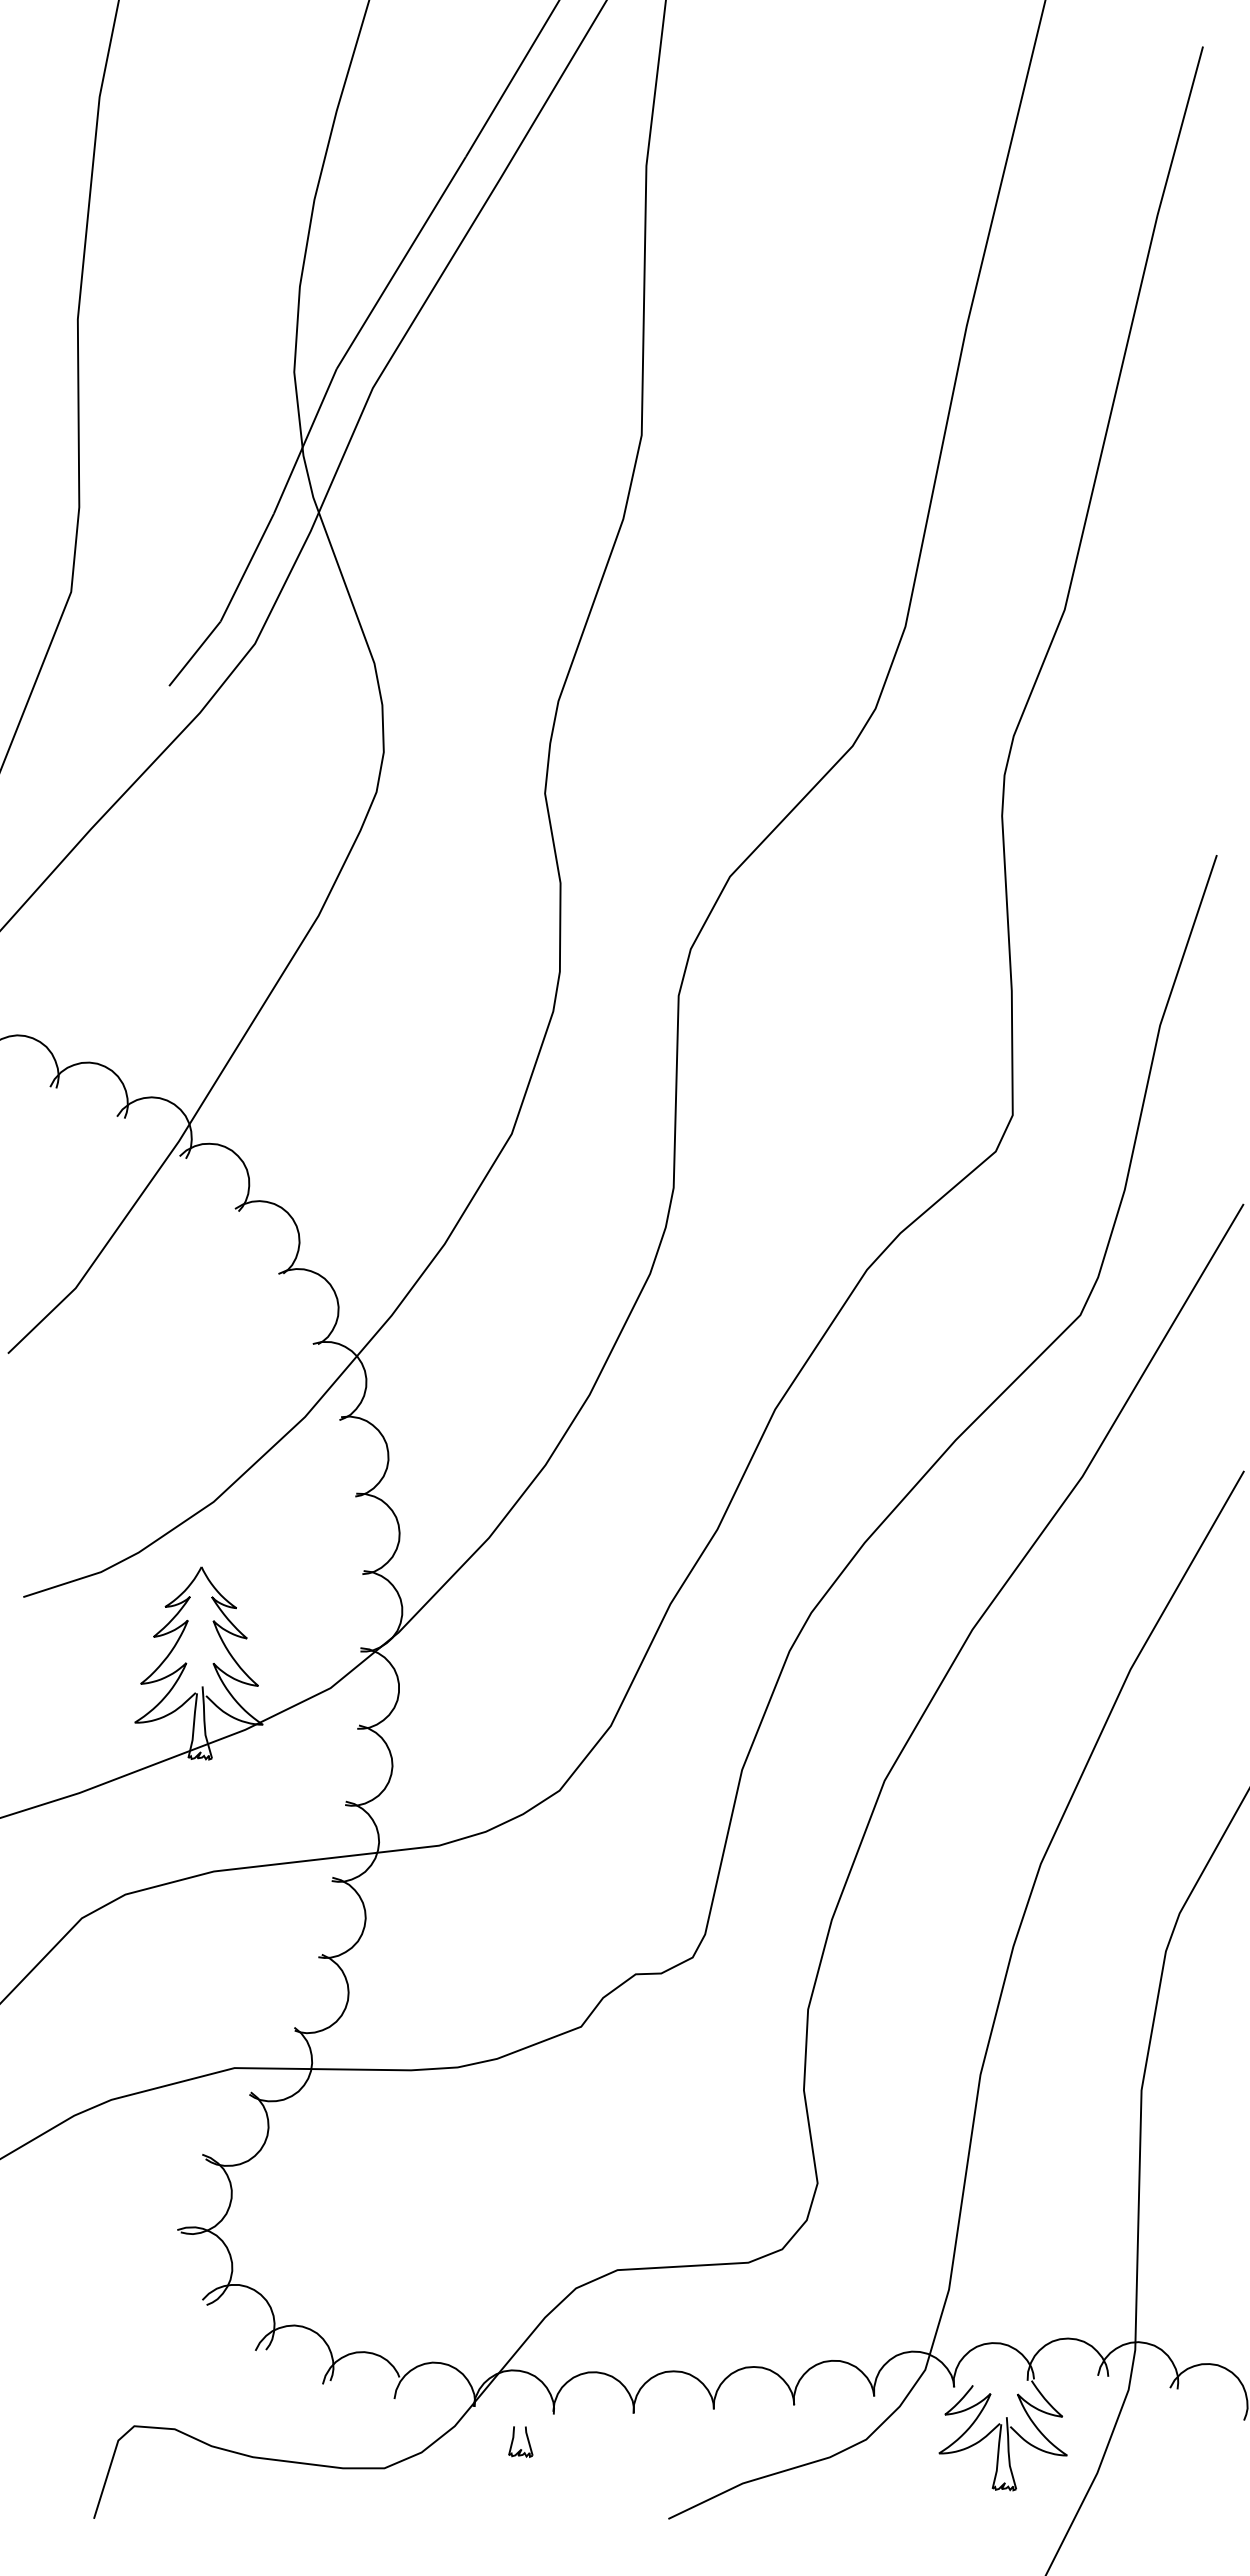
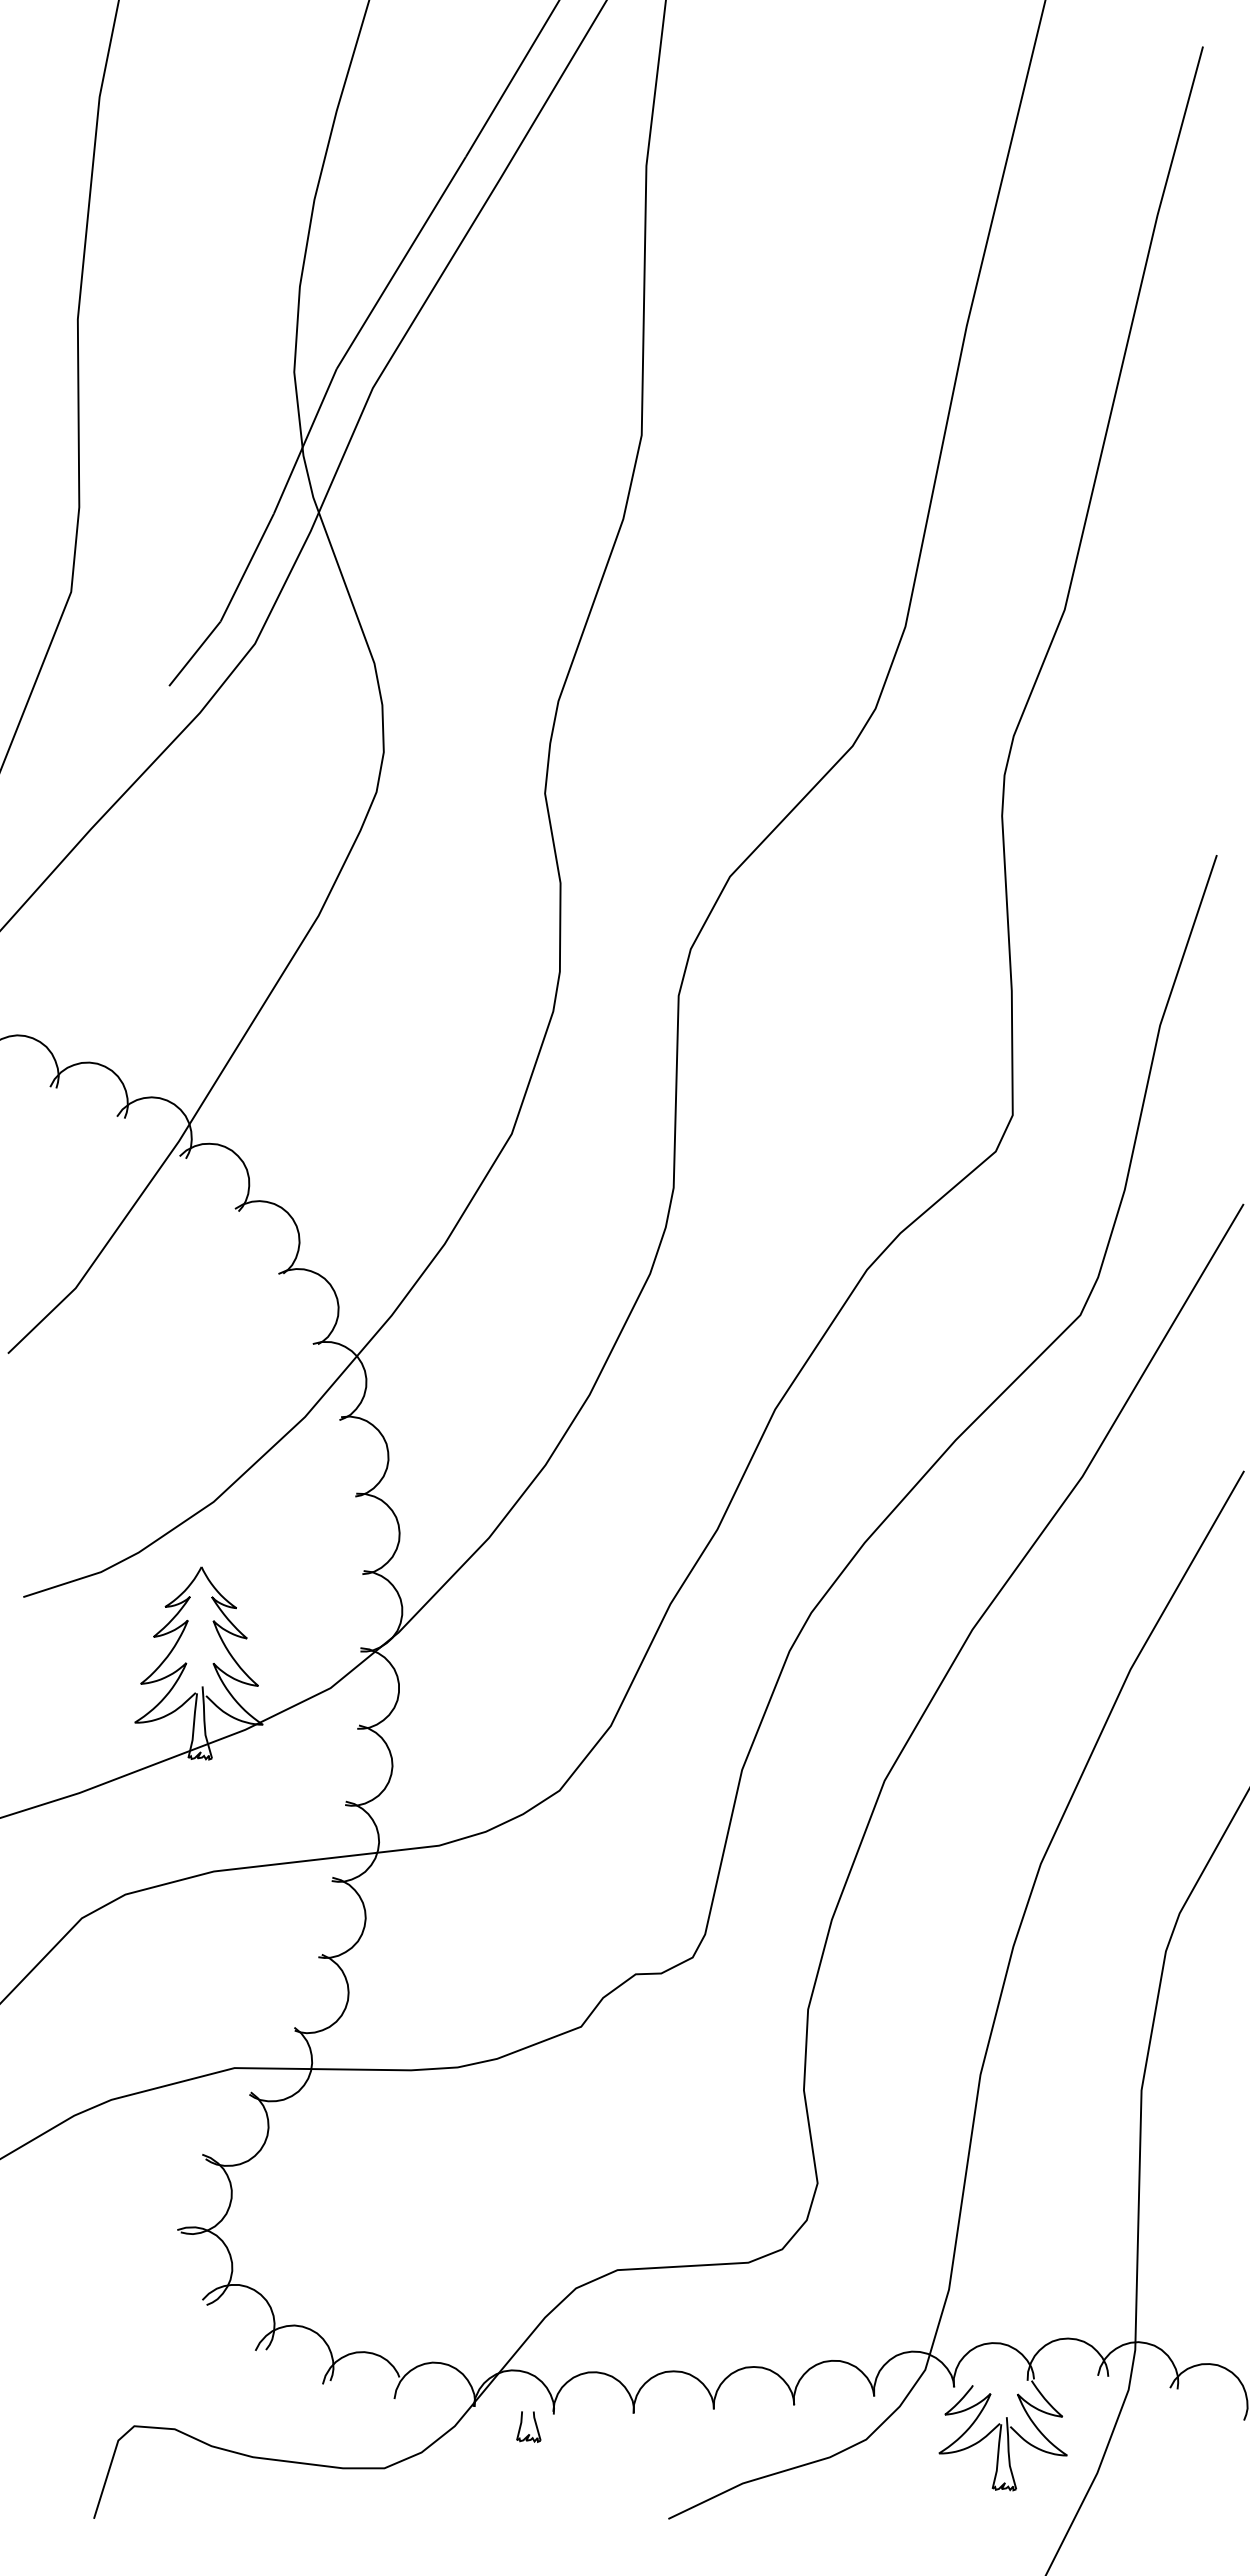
part at (513, 2441) position: (513, 2441) -> (521, 2426)
